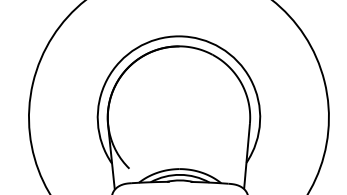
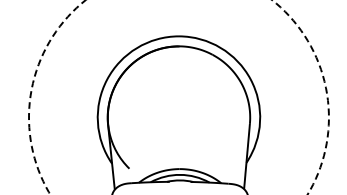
arc at (31, 90): solid -> dashed
arc at (326, 90): solid -> dashed
